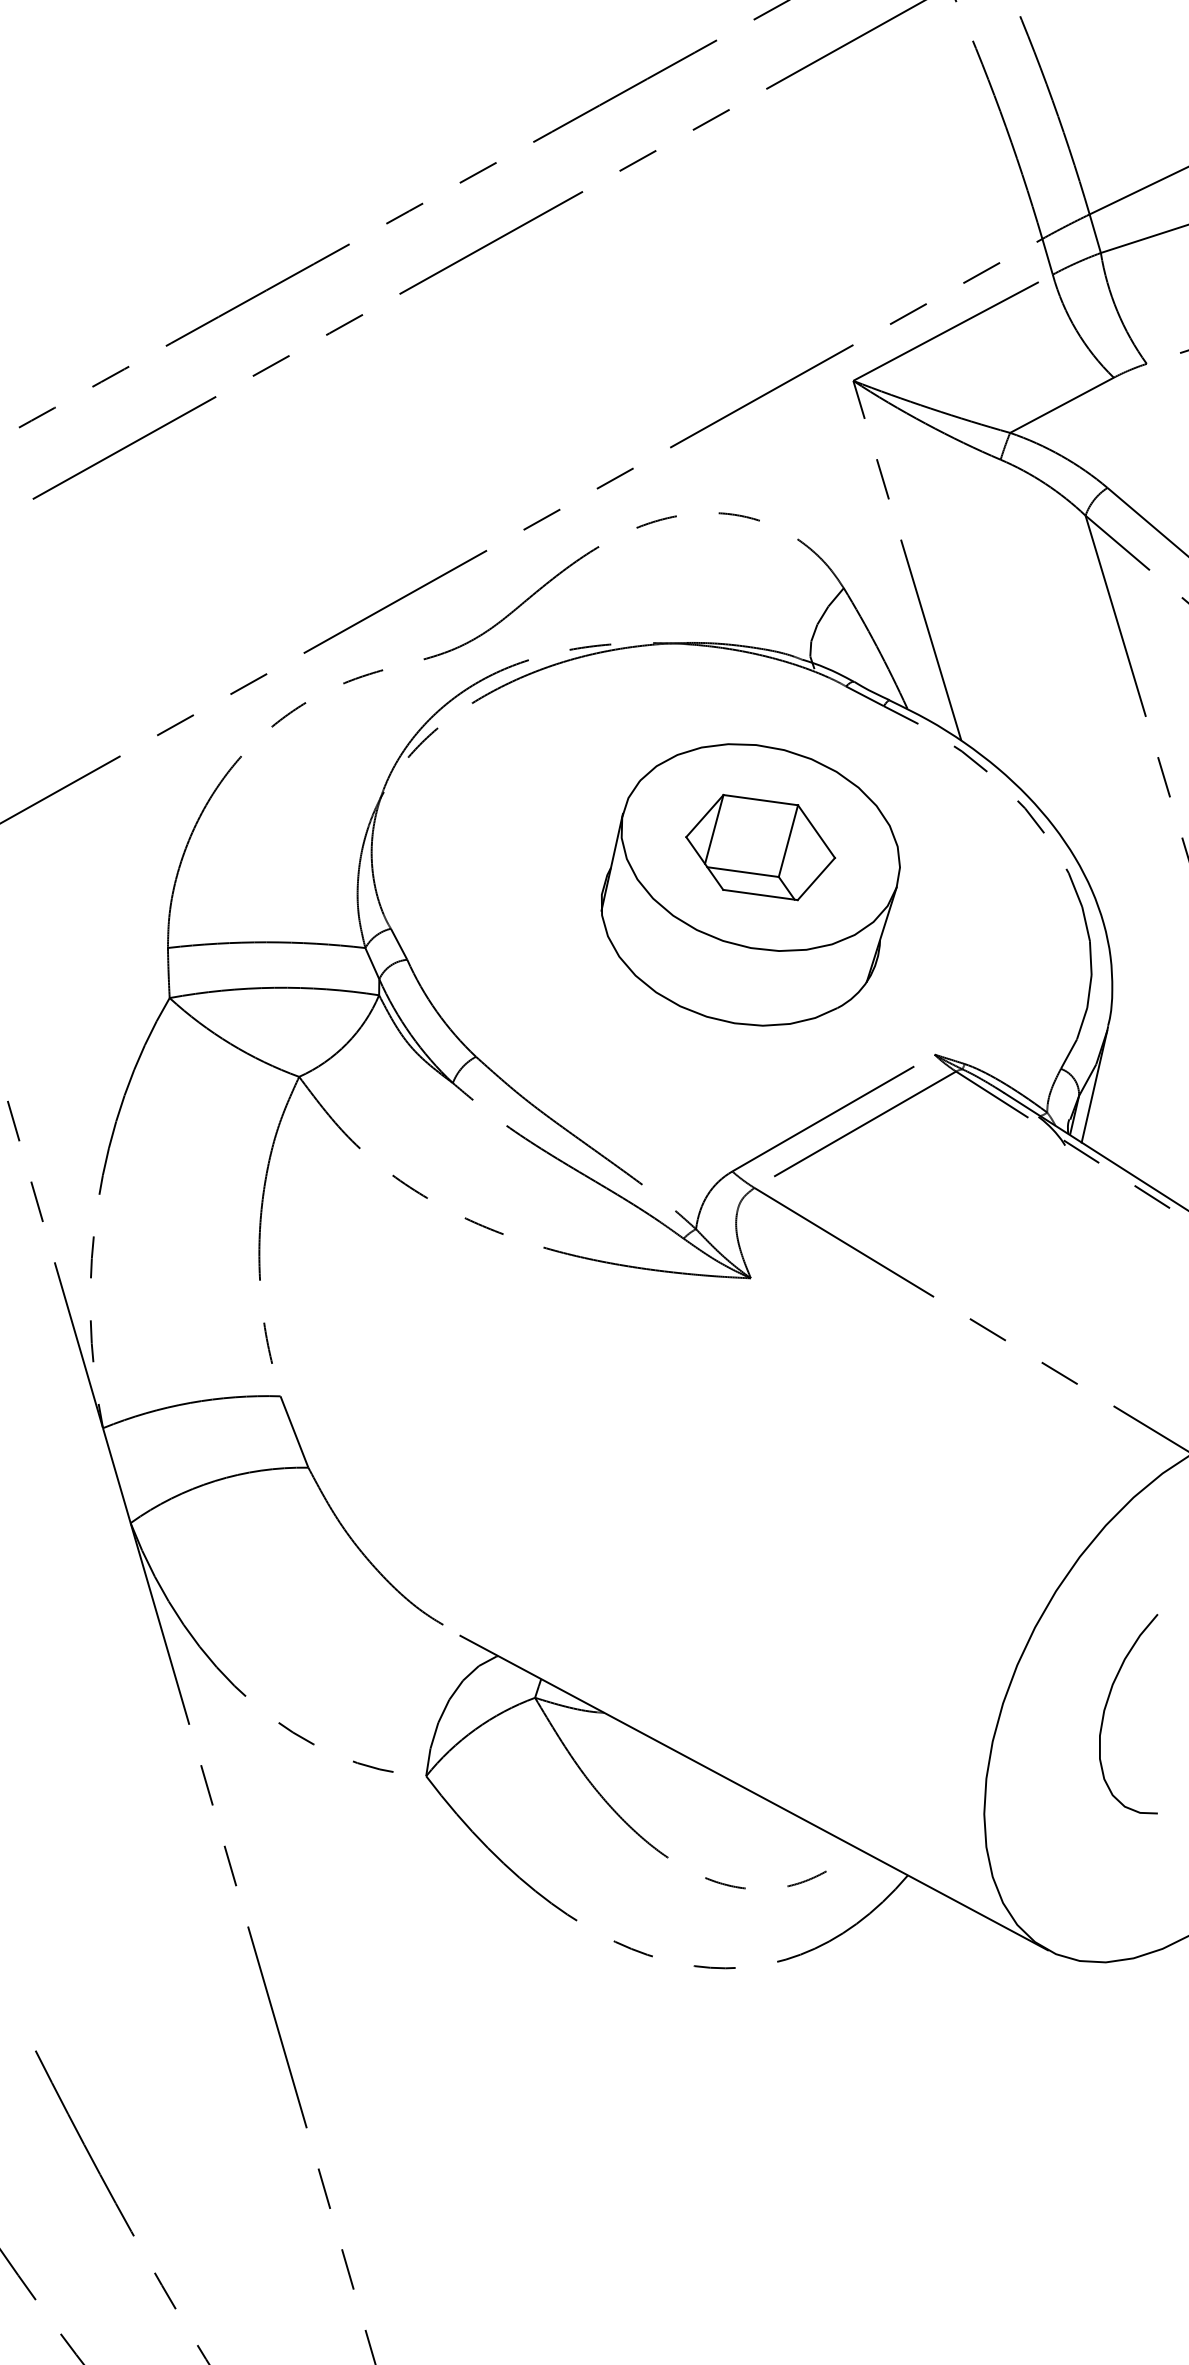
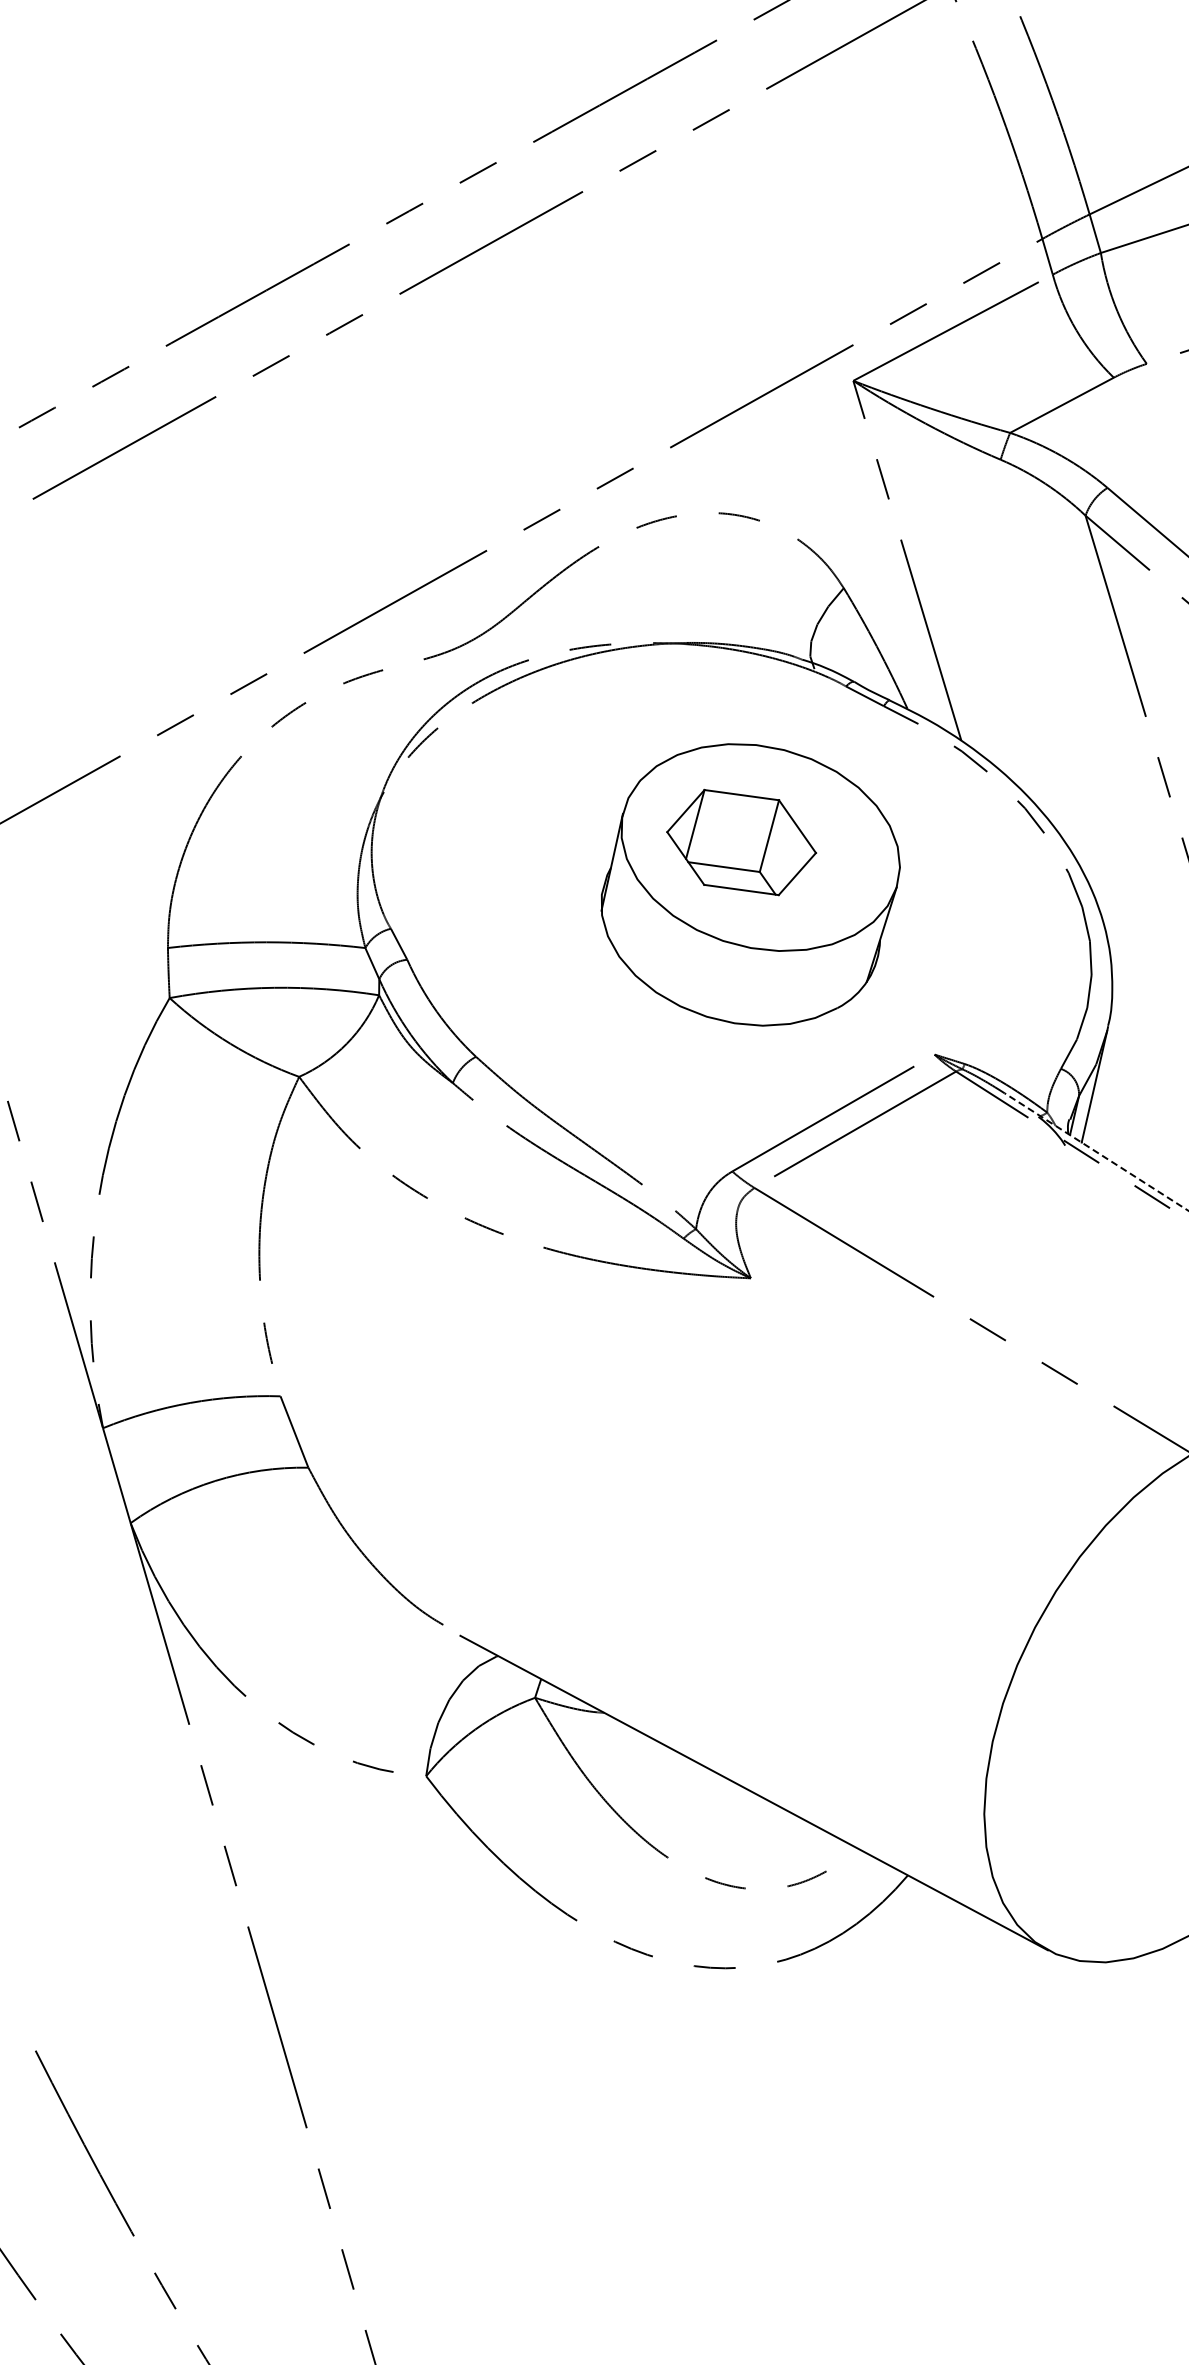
part at (760, 847) position: (760, 847) -> (741, 842)
line at (1096, 1151): solid -> dashed
curve at (1106, 1707): present -> none
